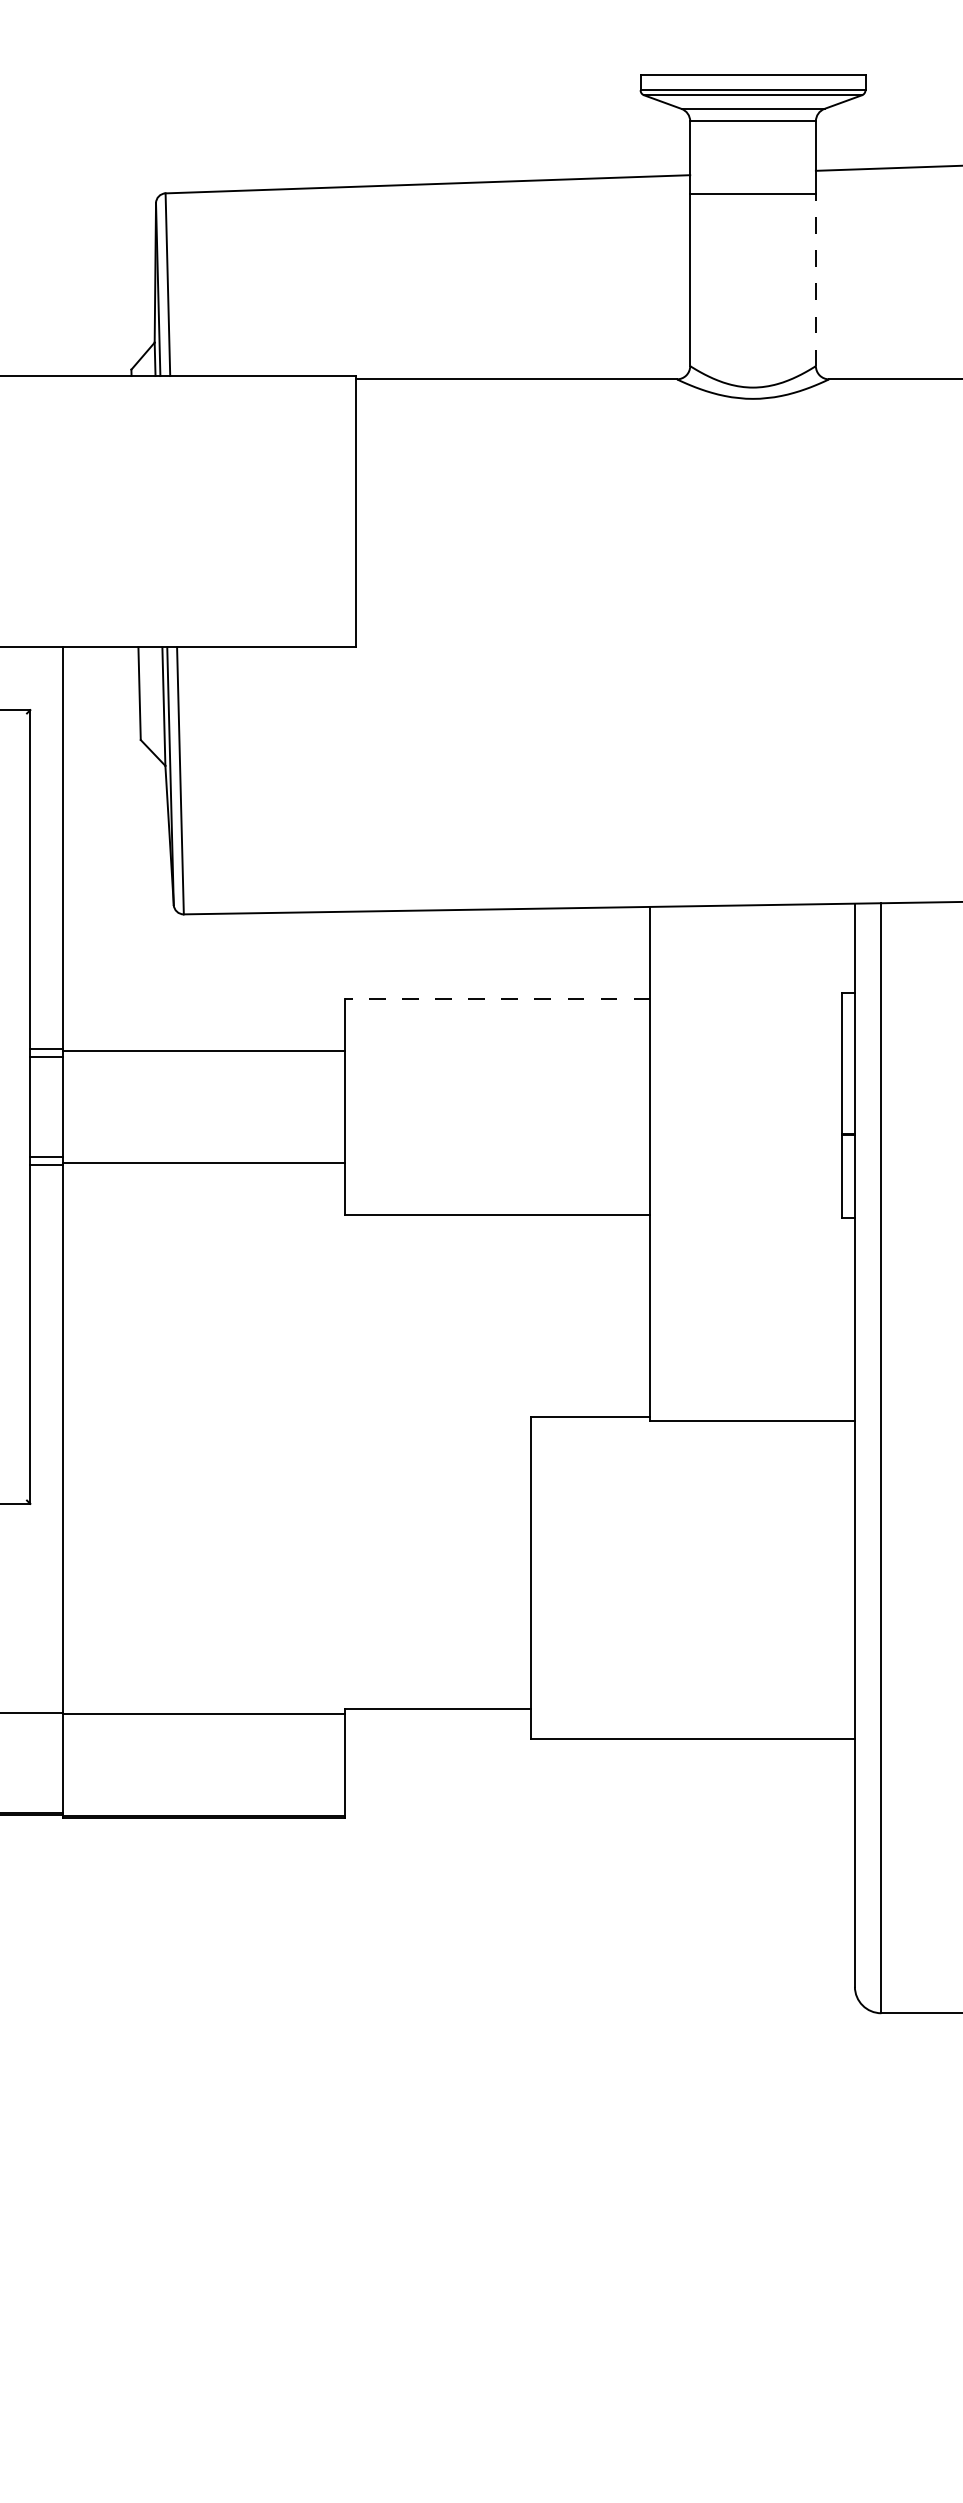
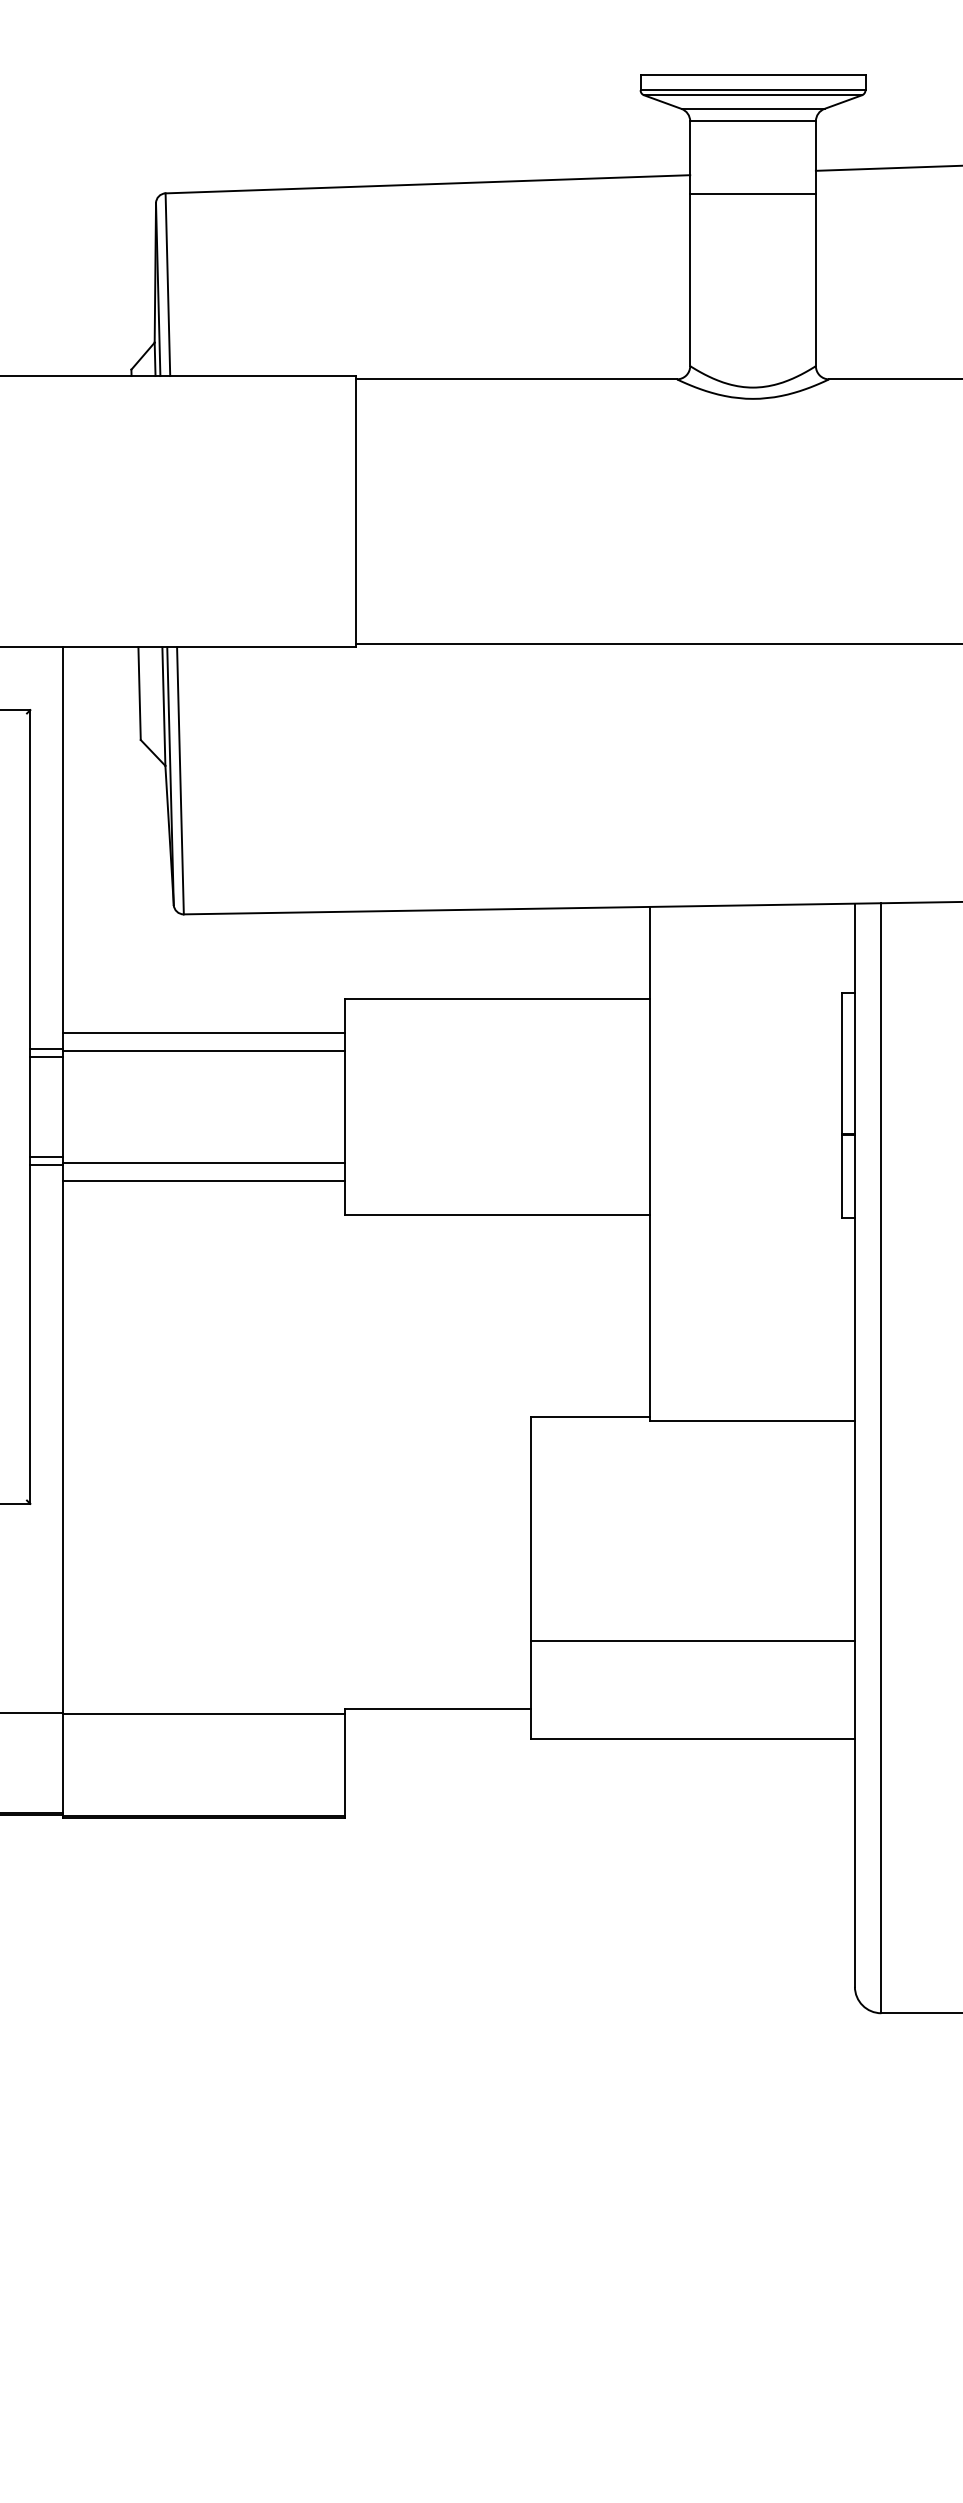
line at (815, 280): dashed -> solid
line at (657, 643): none -> present
line at (497, 999): dashed -> solid
line at (203, 1032): none -> present
line at (203, 1181): none -> present
line at (692, 1640): none -> present
